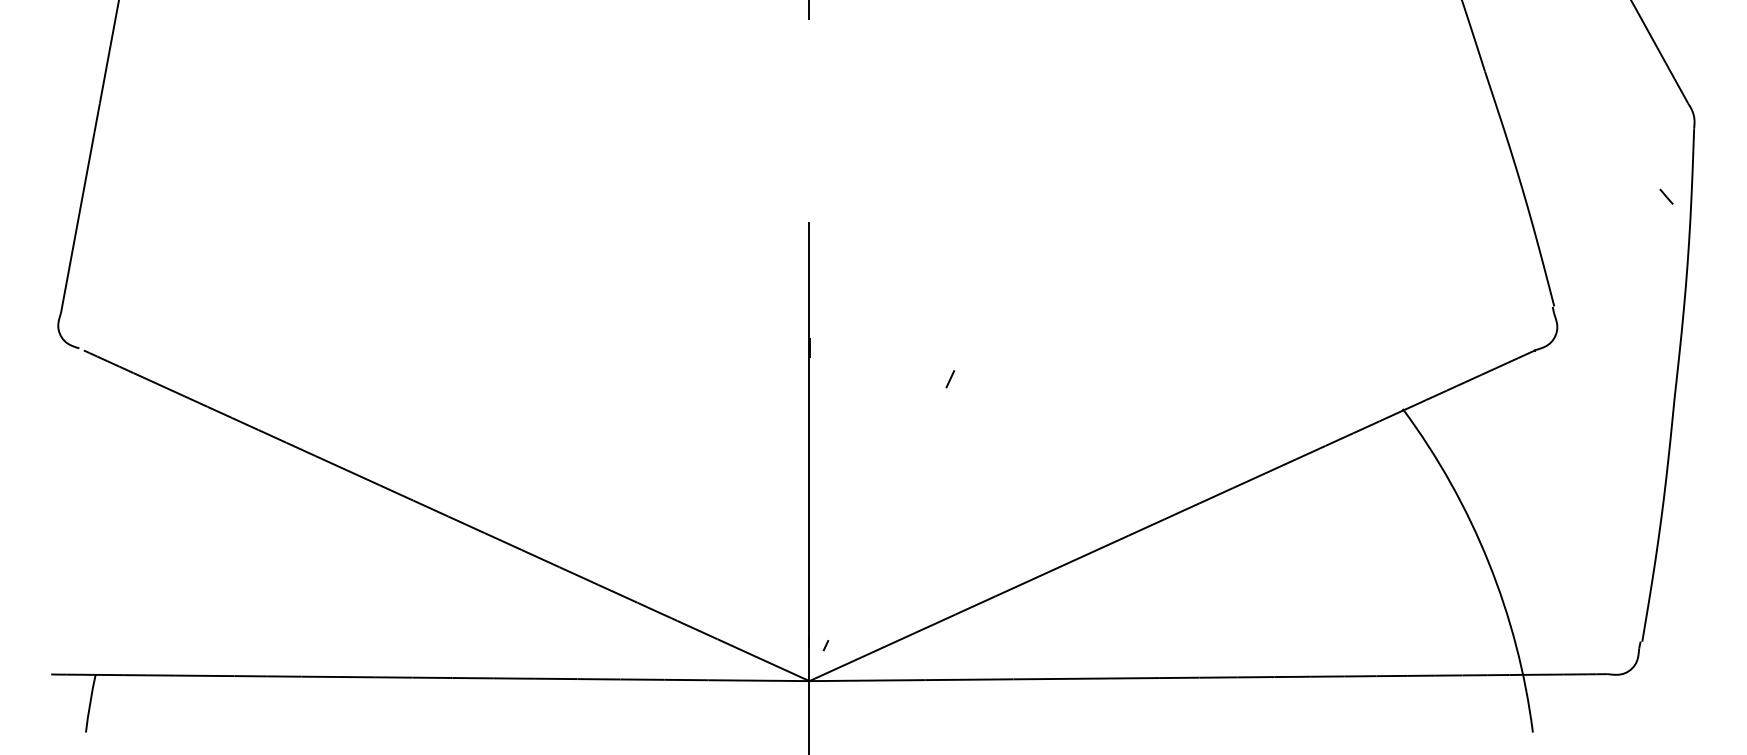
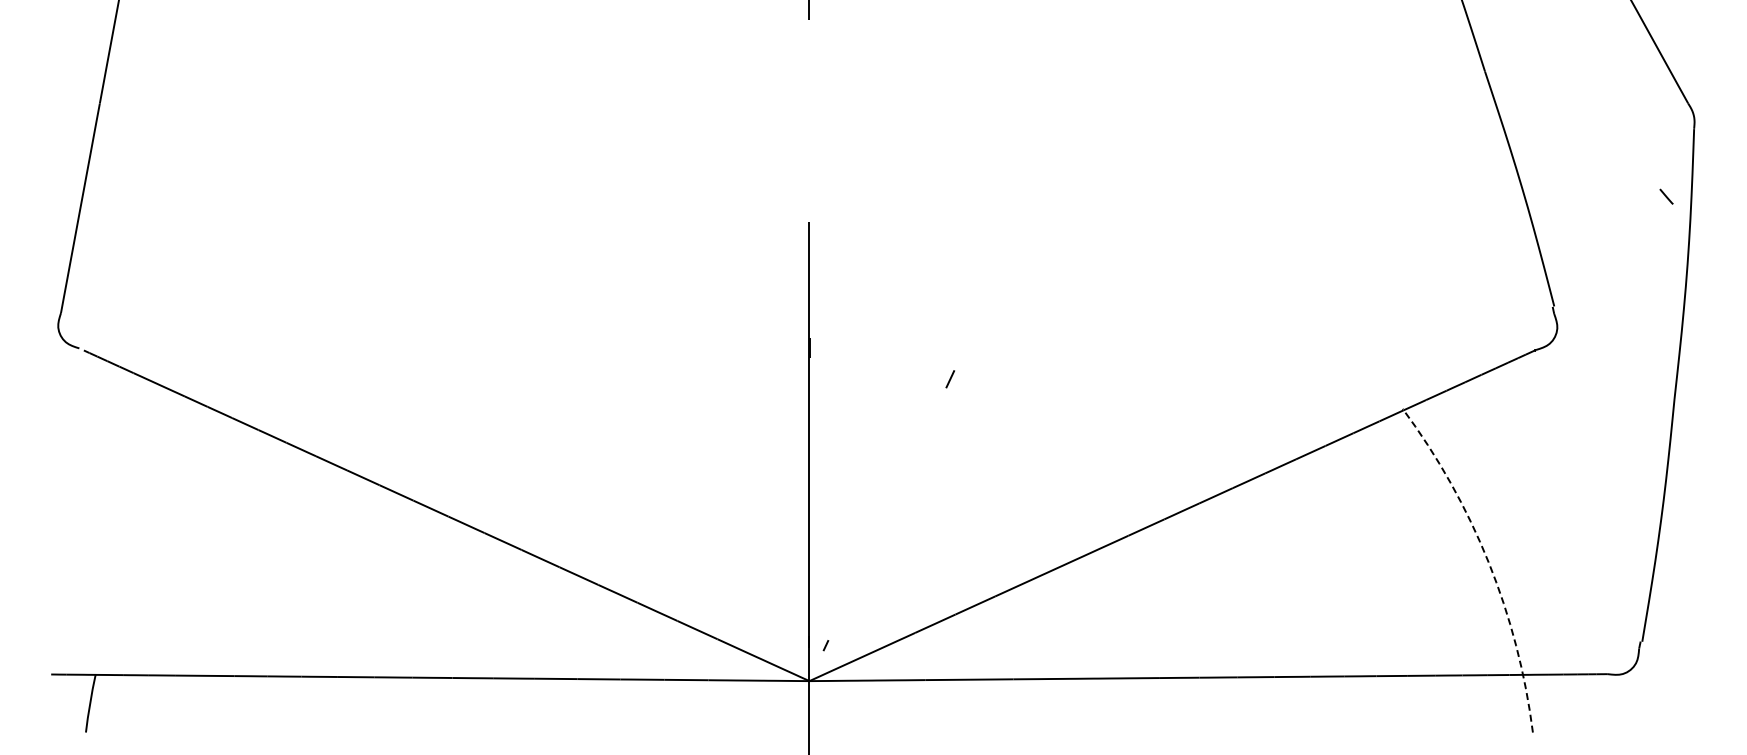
arc at (1488, 562): solid -> dashed
